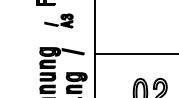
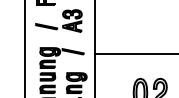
part at (58, 20) size: 30x16 px -> 48x24 px
line at (24, 48): none -> present
